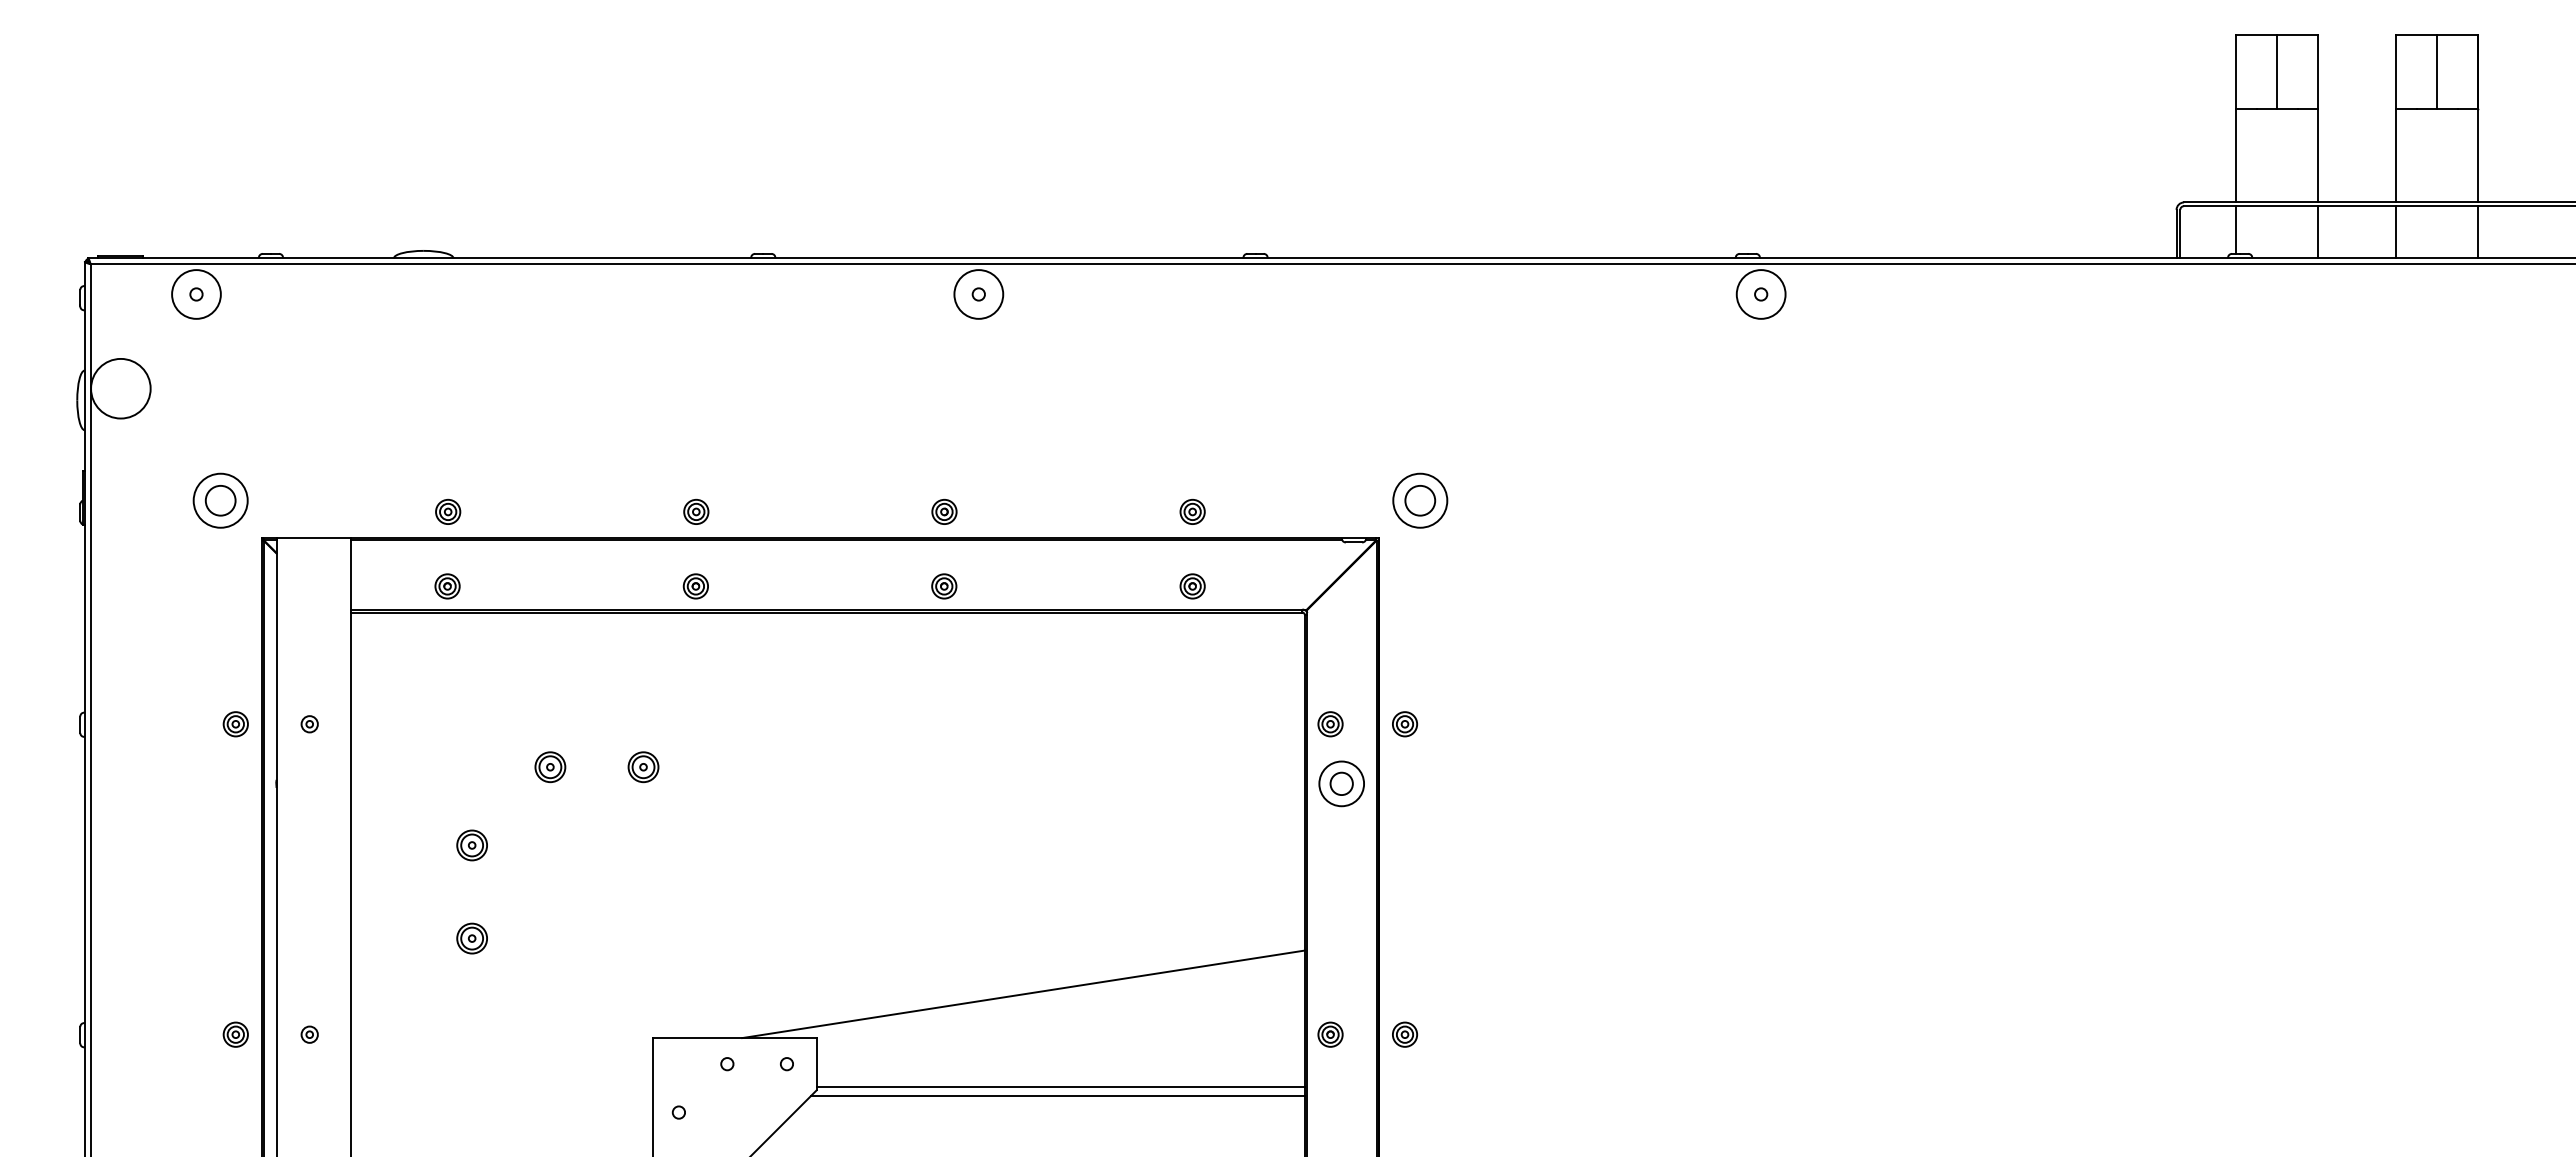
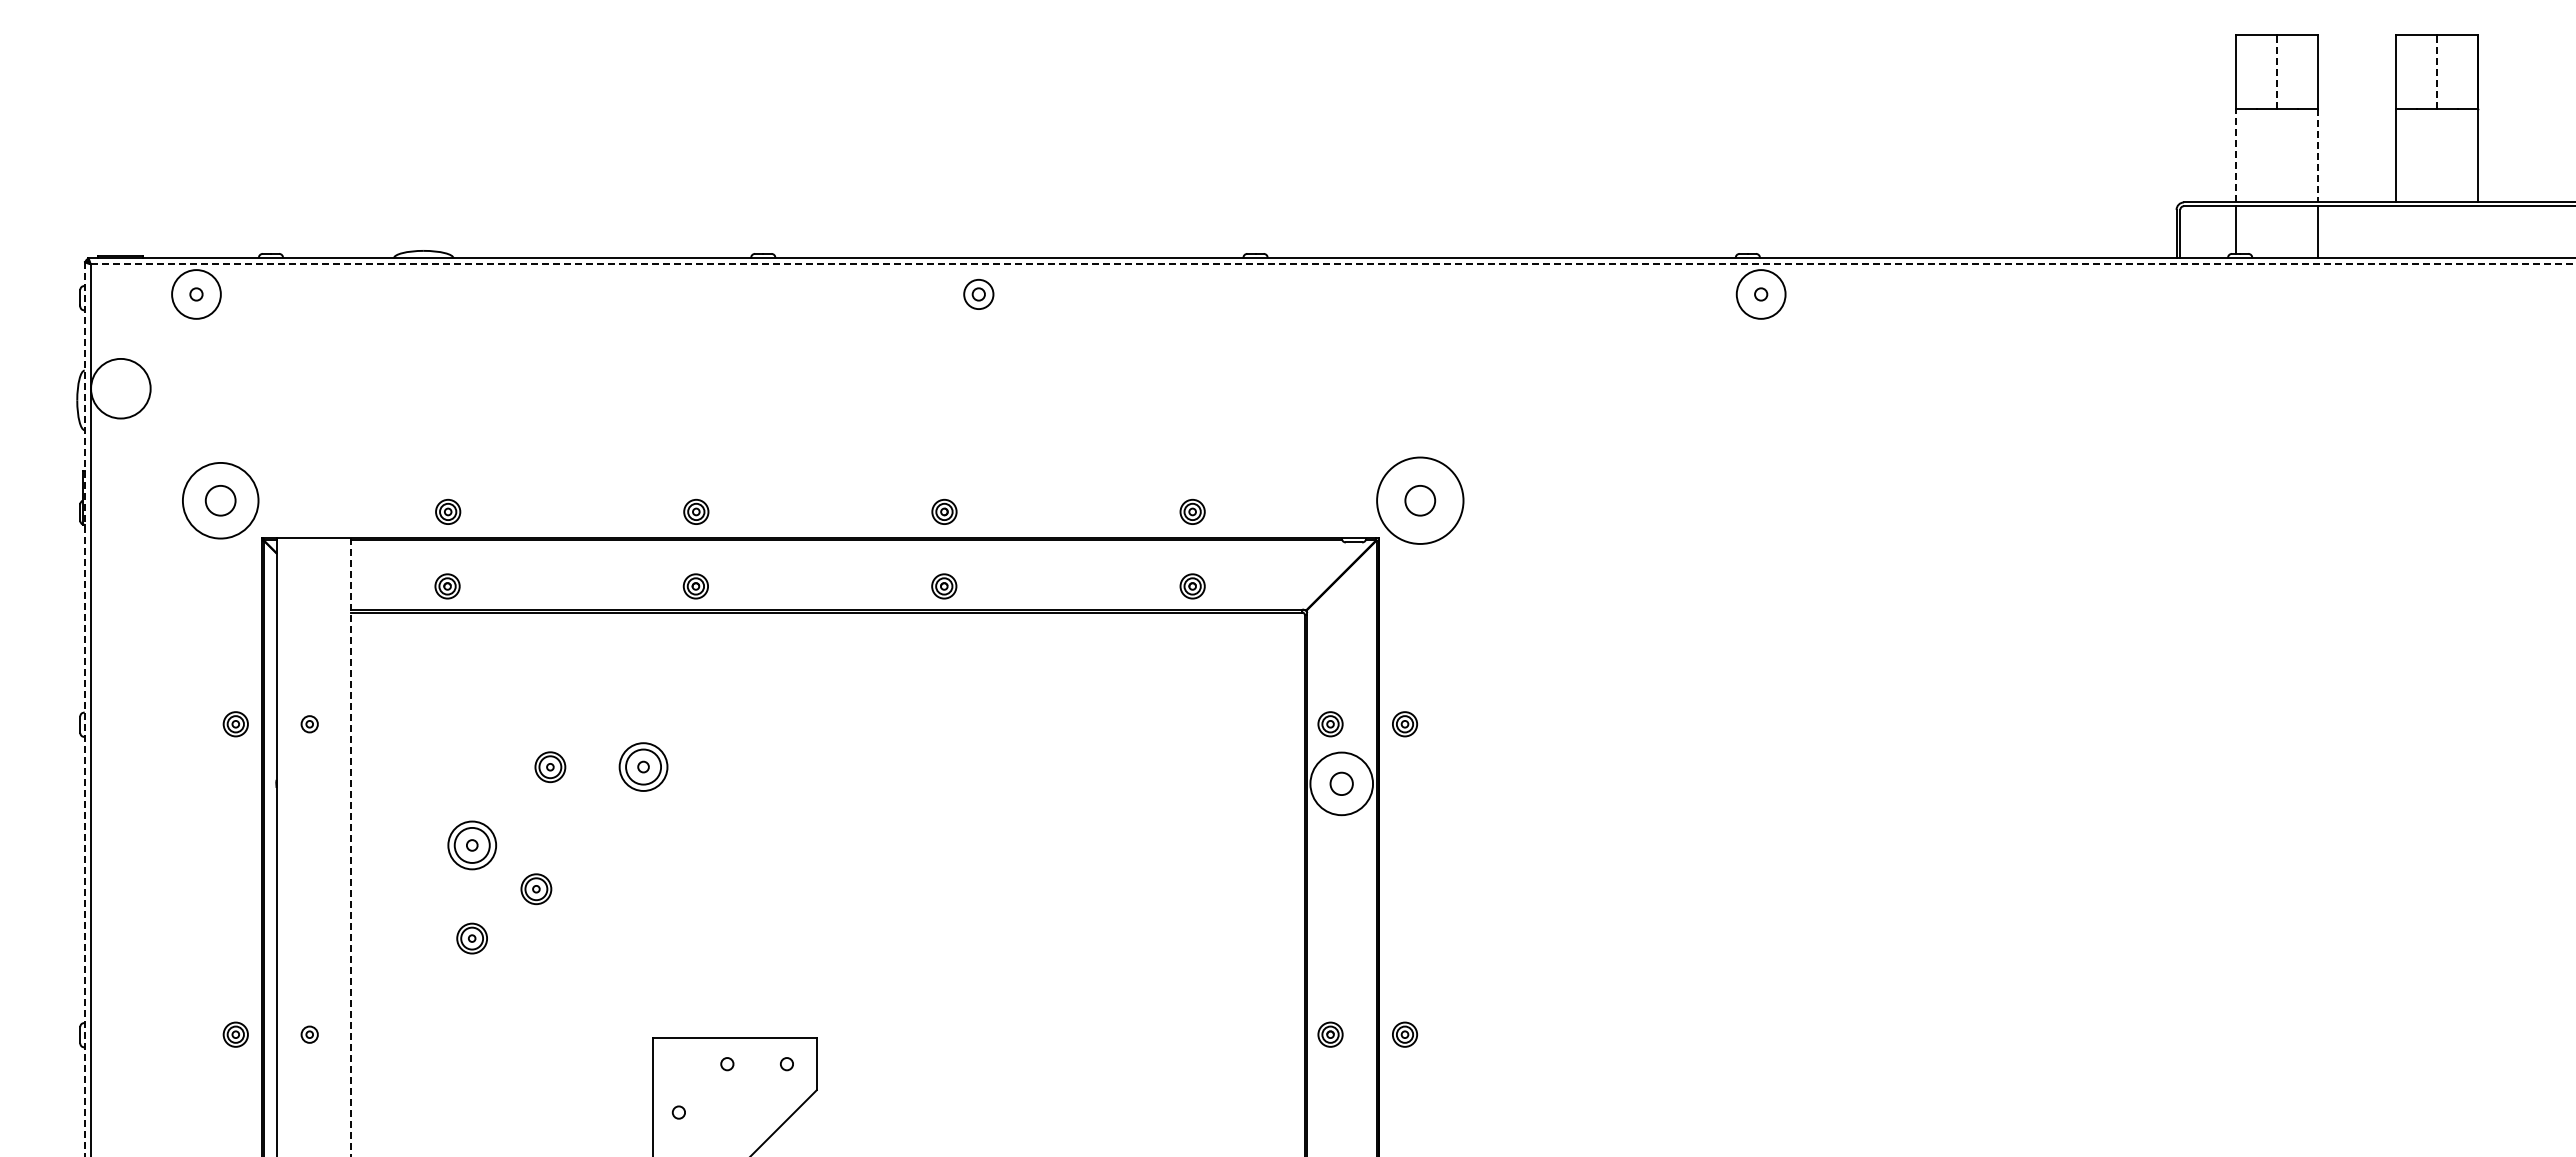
line at (2277, 71): solid -> dashed
line at (2437, 71): solid -> dashed
line at (2236, 155): solid -> dashed
line at (2318, 155): solid -> dashed
line at (2396, 232): present -> none
line at (2478, 232): present -> none
line at (1333, 264): solid -> dashed
circle at (978, 294) diameter: 49 px -> 29 px
circle at (220, 500) diameter: 54 px -> 76 px
circle at (1420, 500) diameter: 54 px -> 86 px
line at (84, 709): solid -> dashed
part at (643, 767) size: 33x33 px -> 51x50 px
circle at (1341, 783) diameter: 45 px -> 63 px
part at (471, 845) size: 32x33 px -> 51x51 px
line at (351, 847): solid -> dashed
part at (536, 889): none -> present
line at (1023, 994): present -> none
line at (1060, 1087): present -> none
line at (1057, 1095): present -> none
